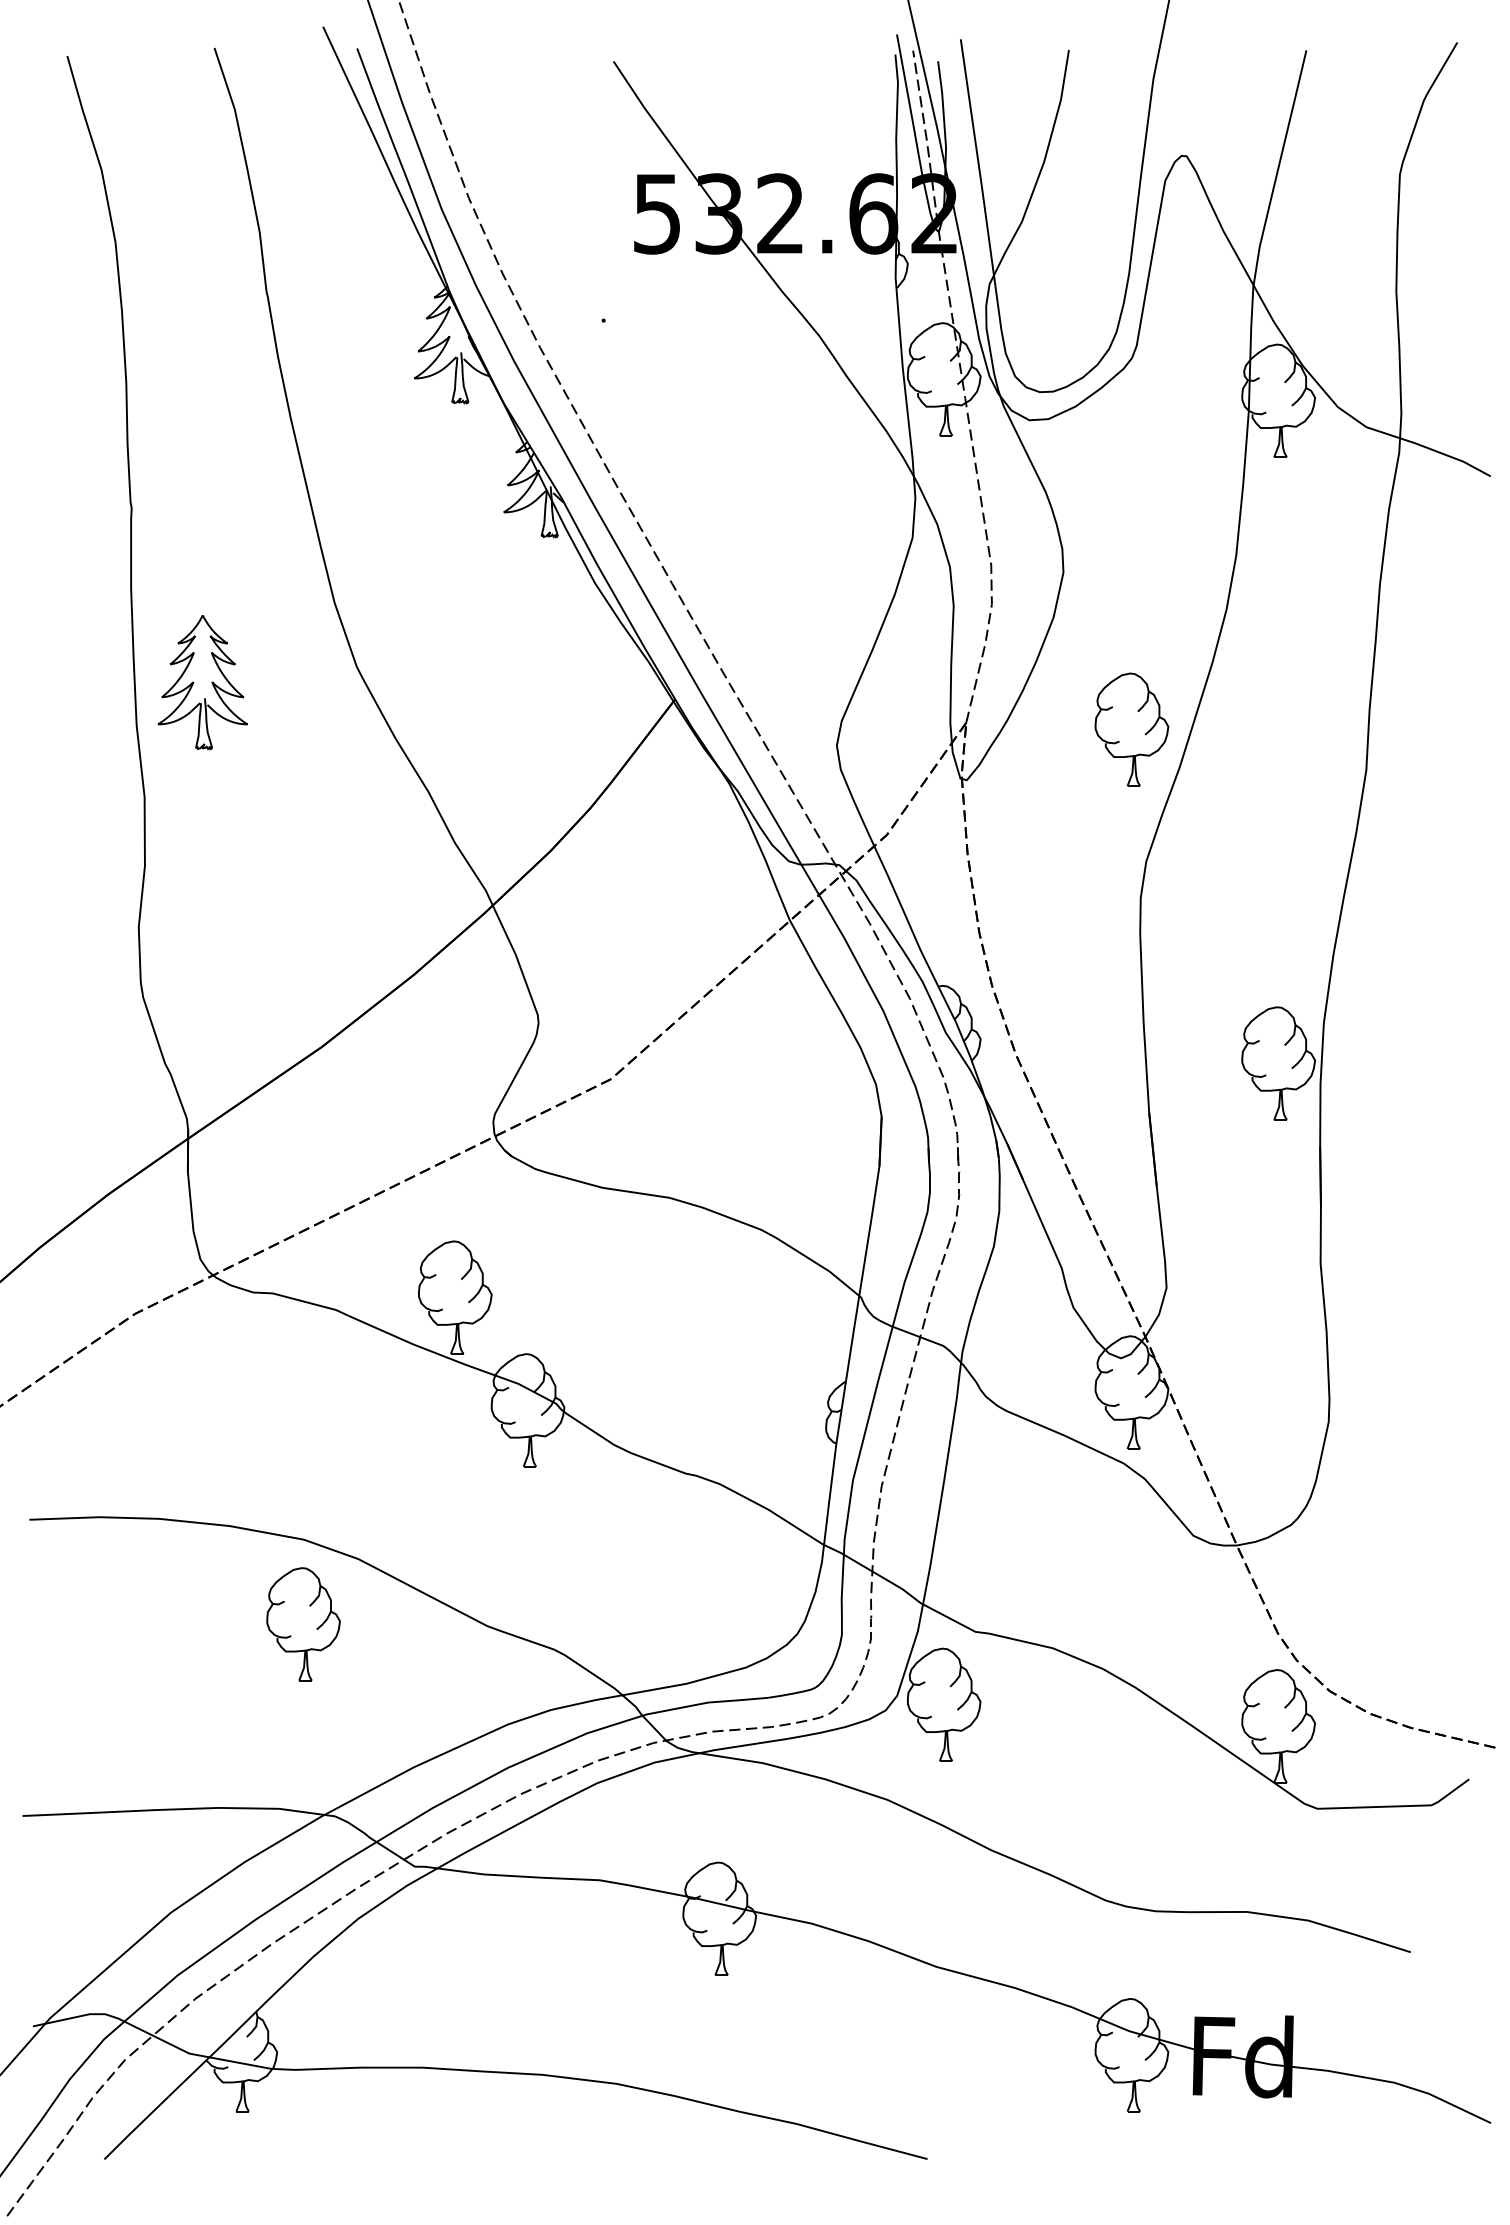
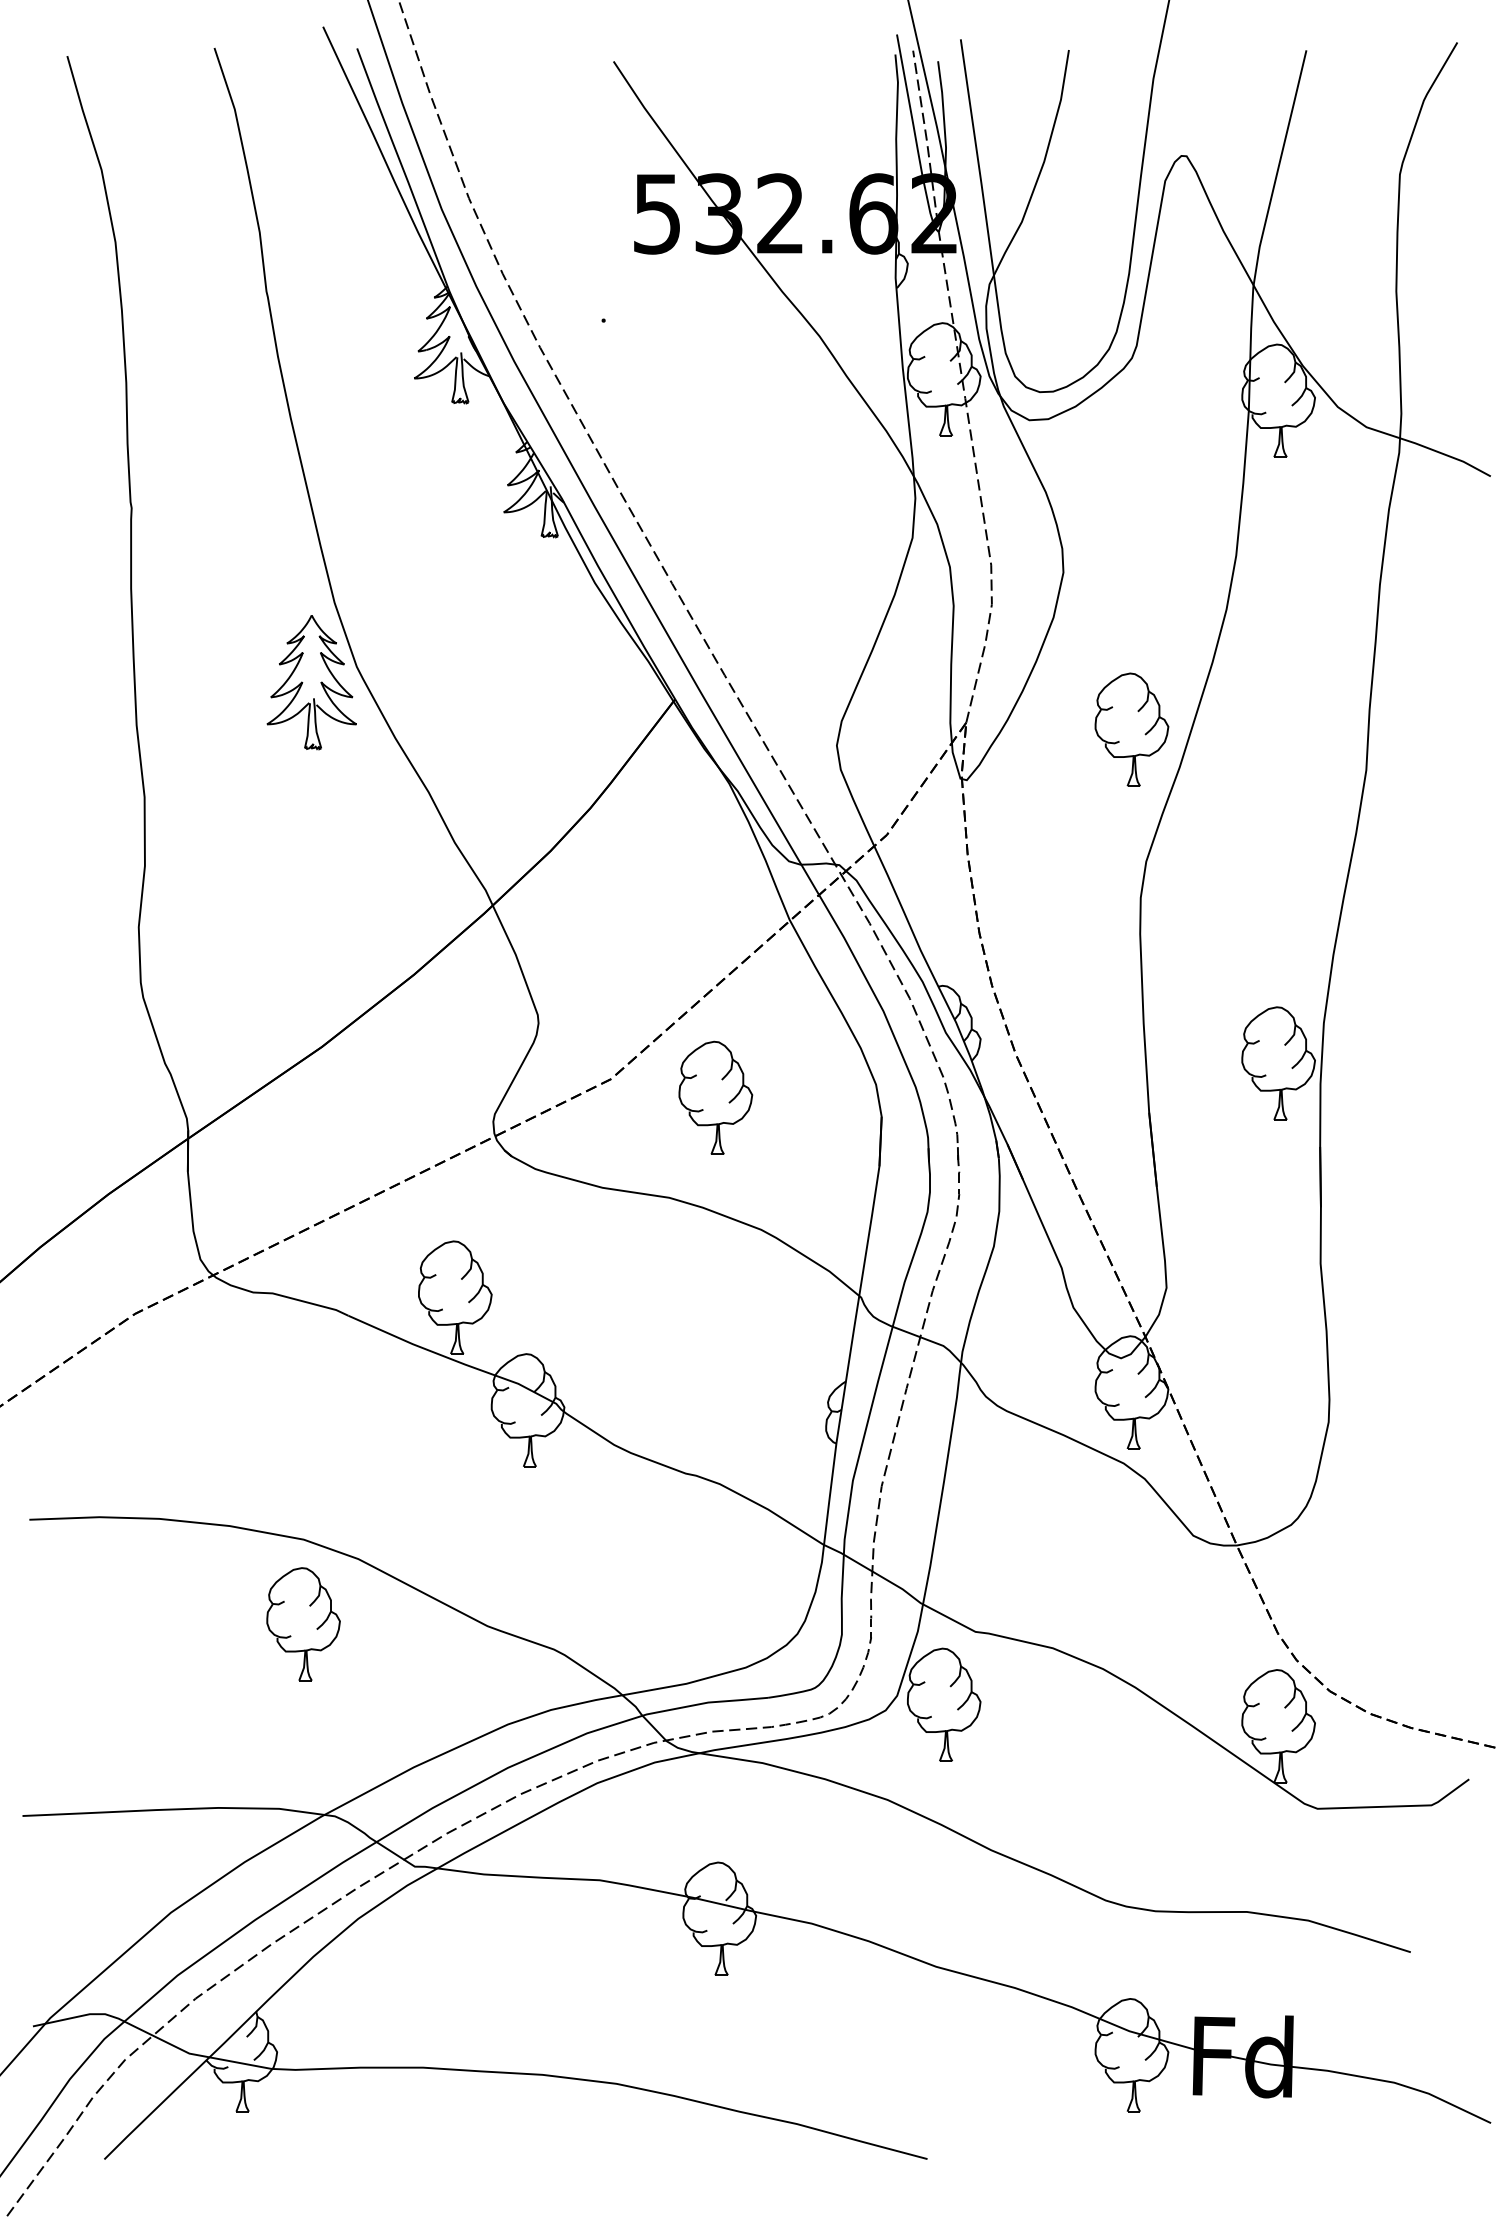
part at (202, 682) position: (202, 682) -> (311, 682)
part at (715, 1097): none -> present
